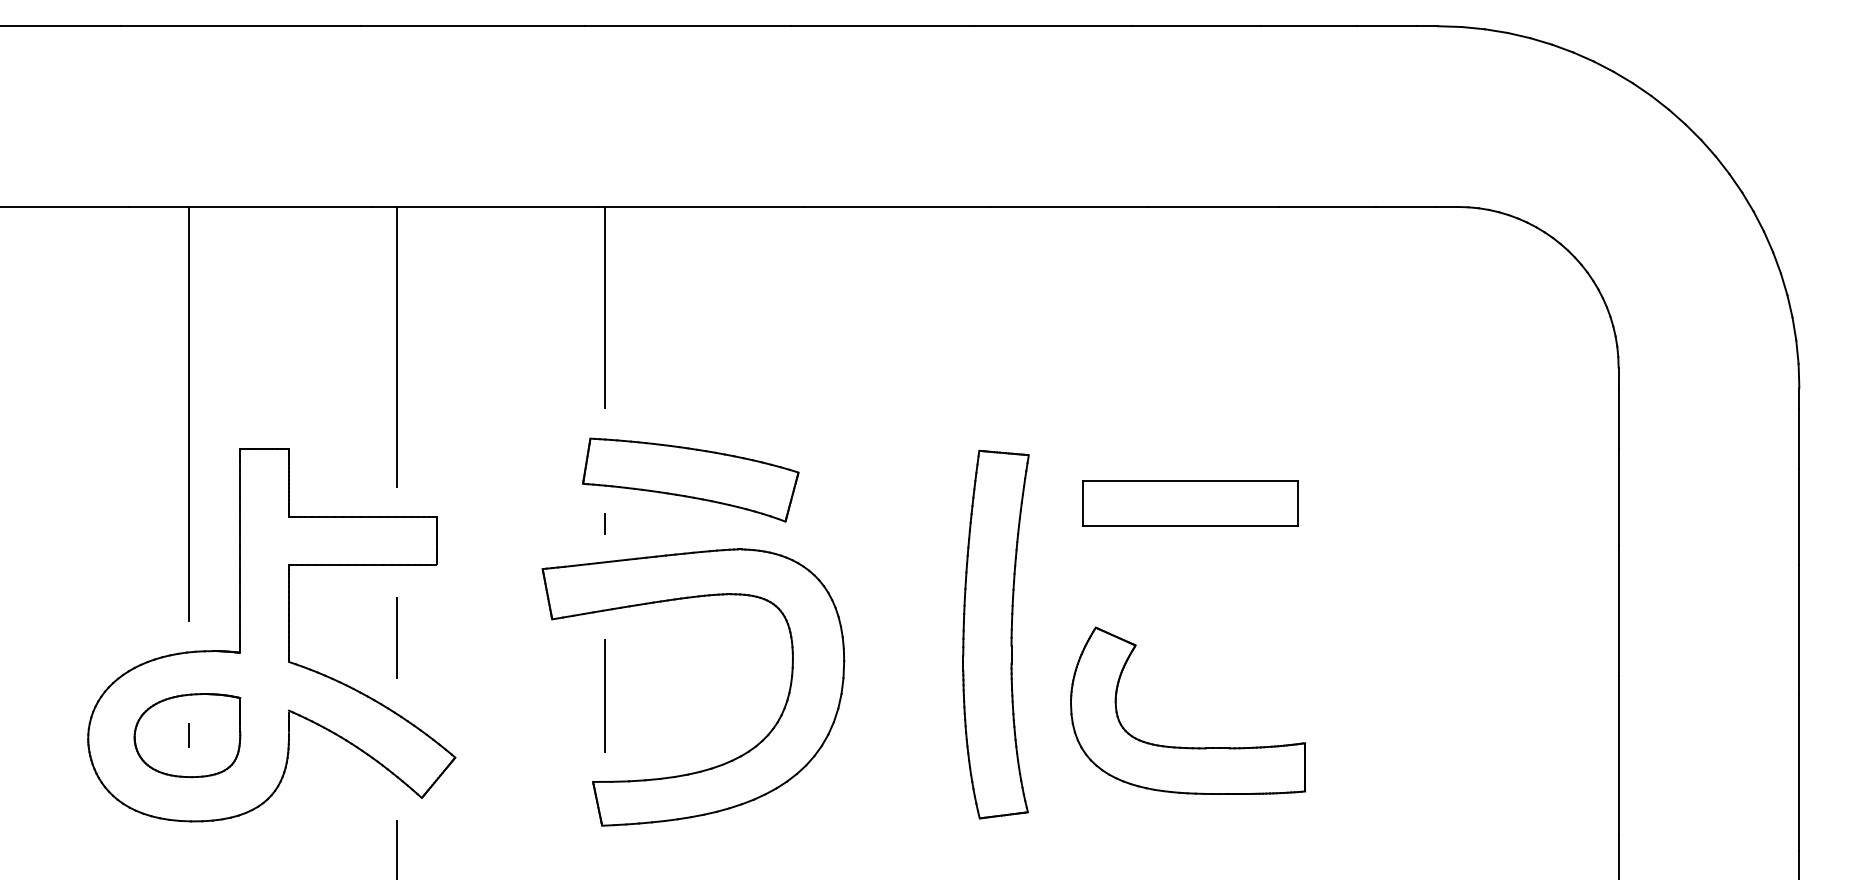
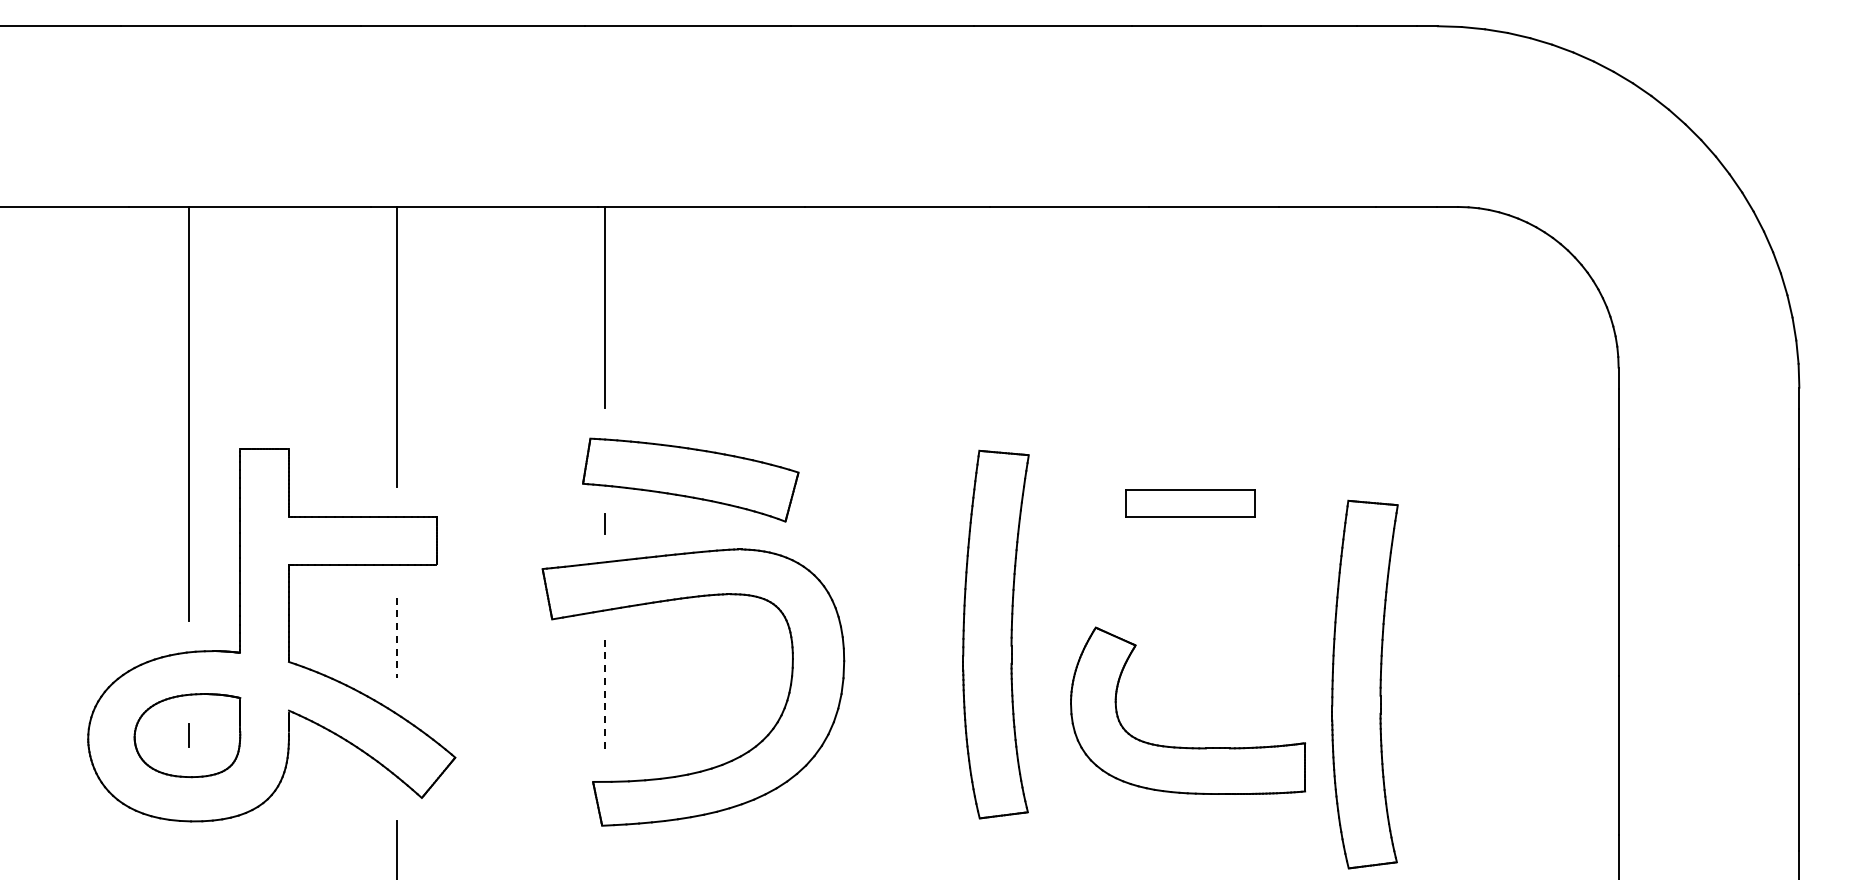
part at (1190, 503) size: 217x47 px -> 131x29 px
line at (396, 638): solid -> dashed
part at (1364, 684): none -> present
line at (604, 696): solid -> dashed
